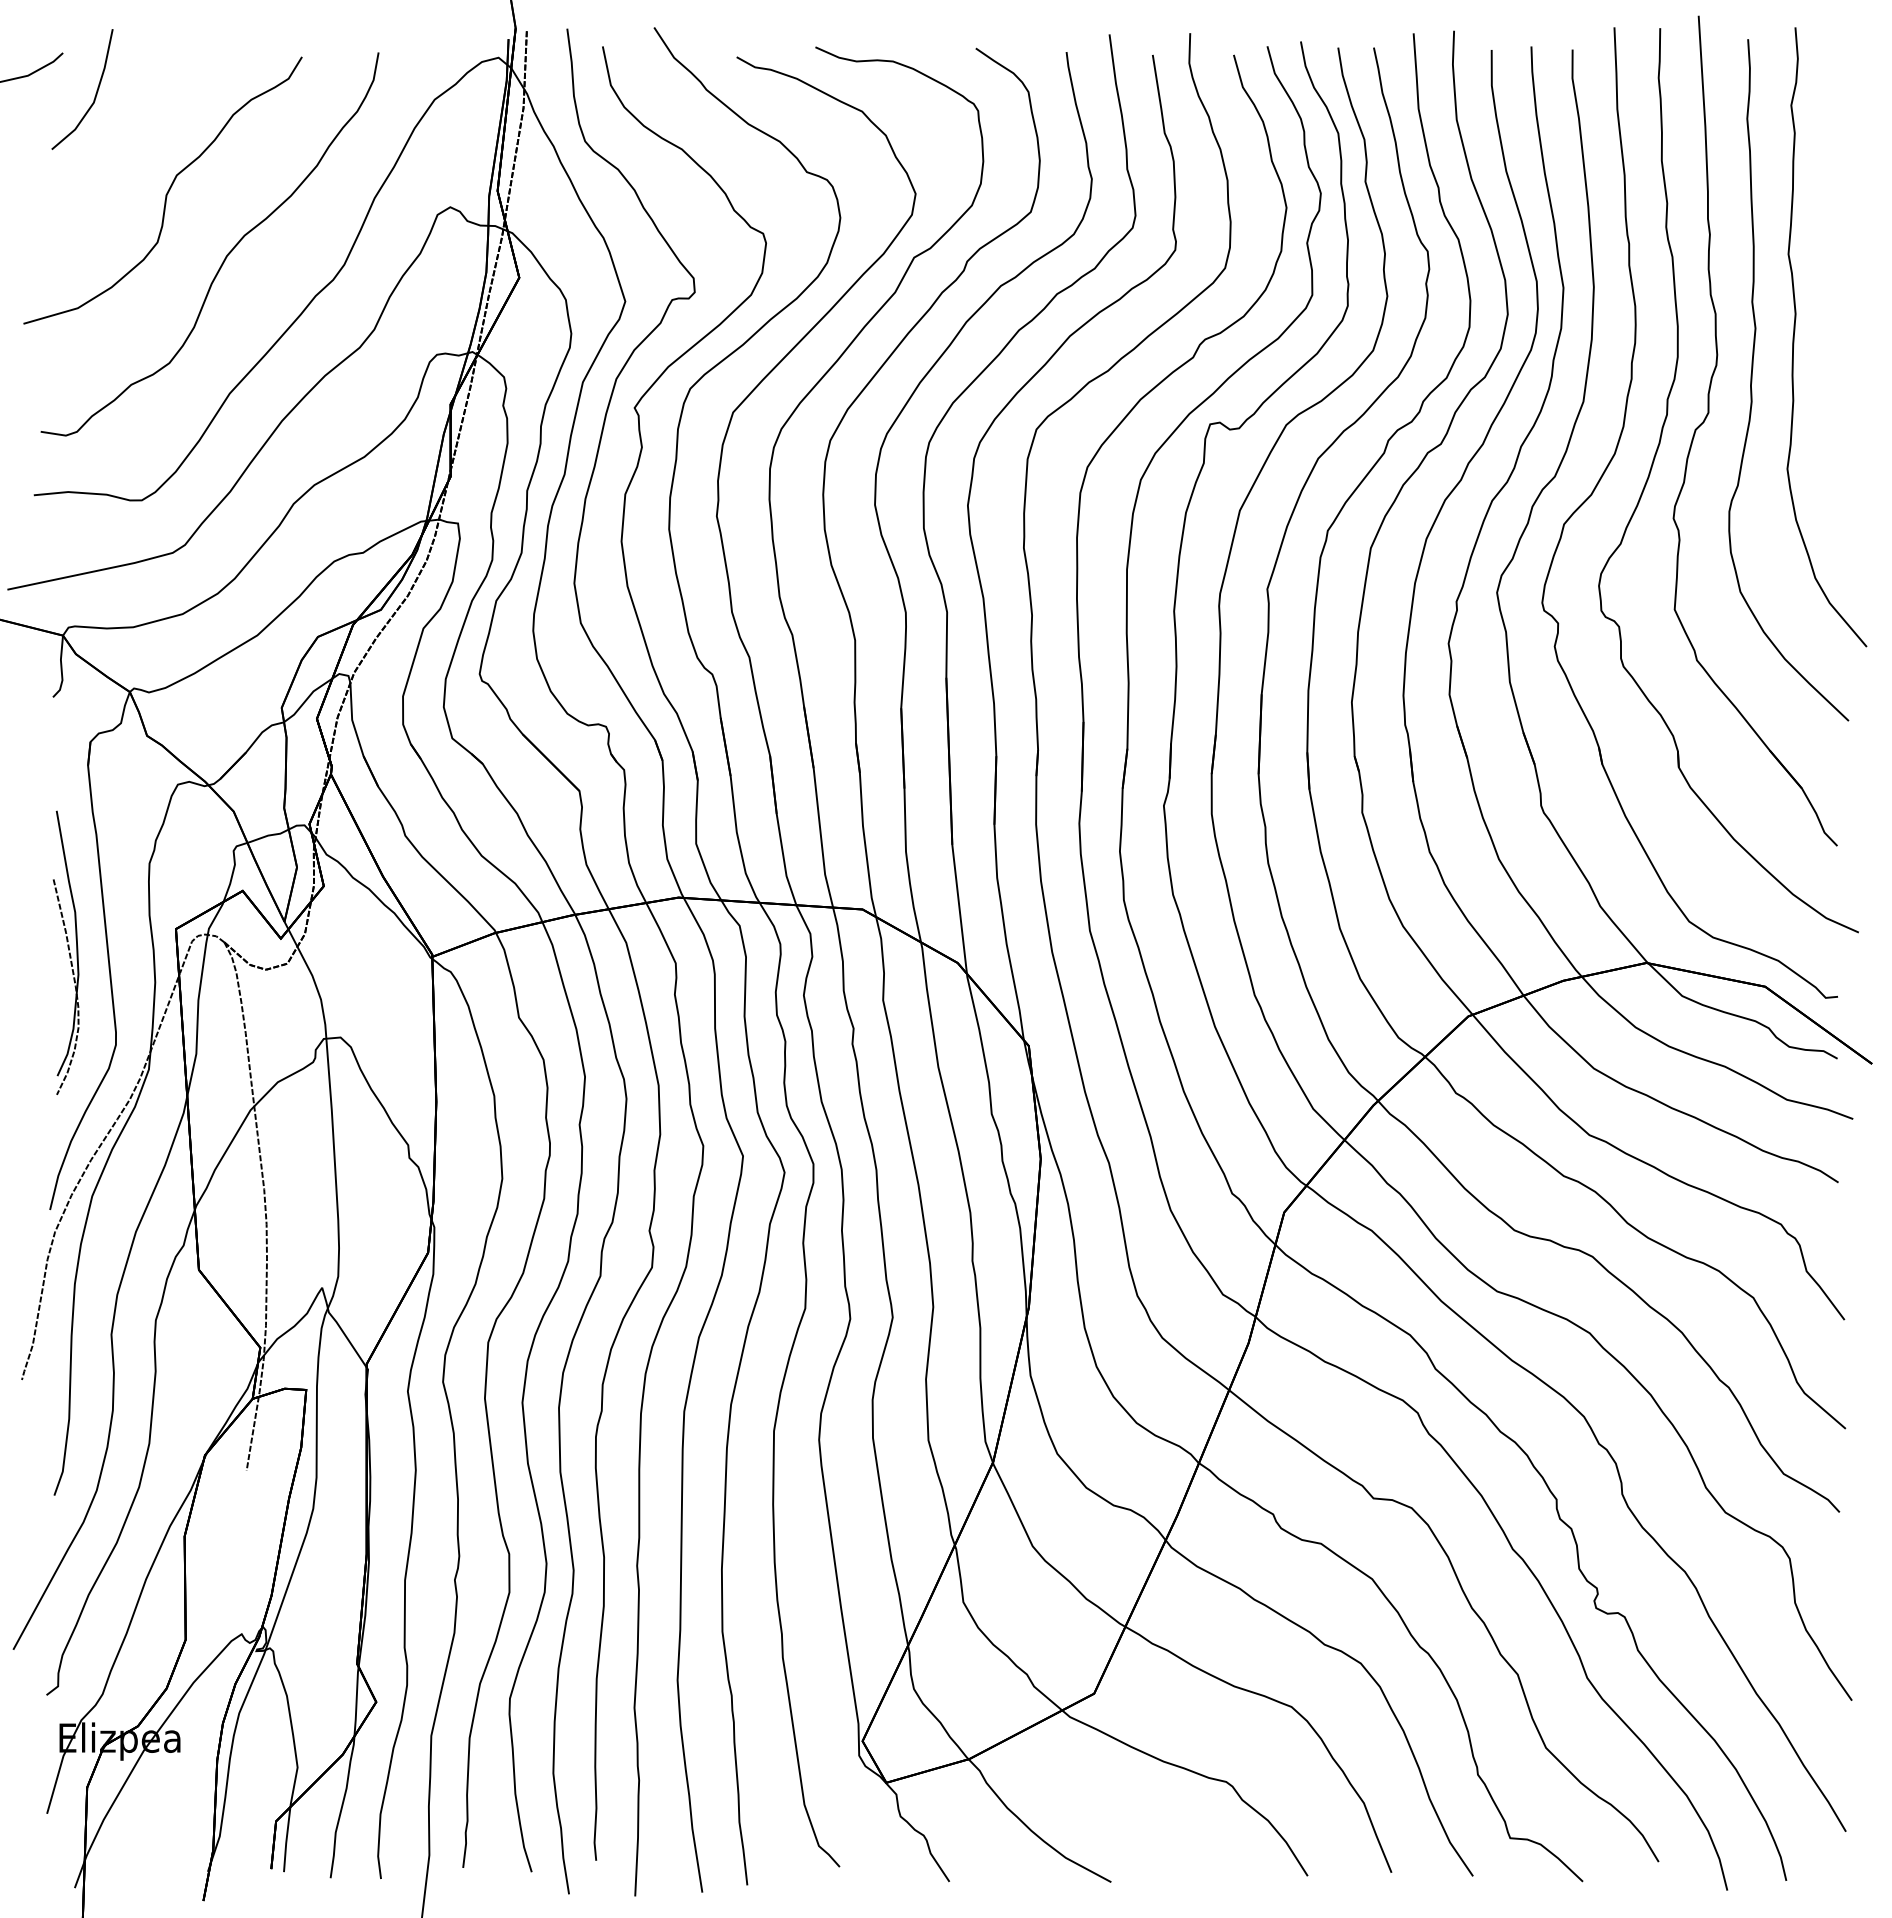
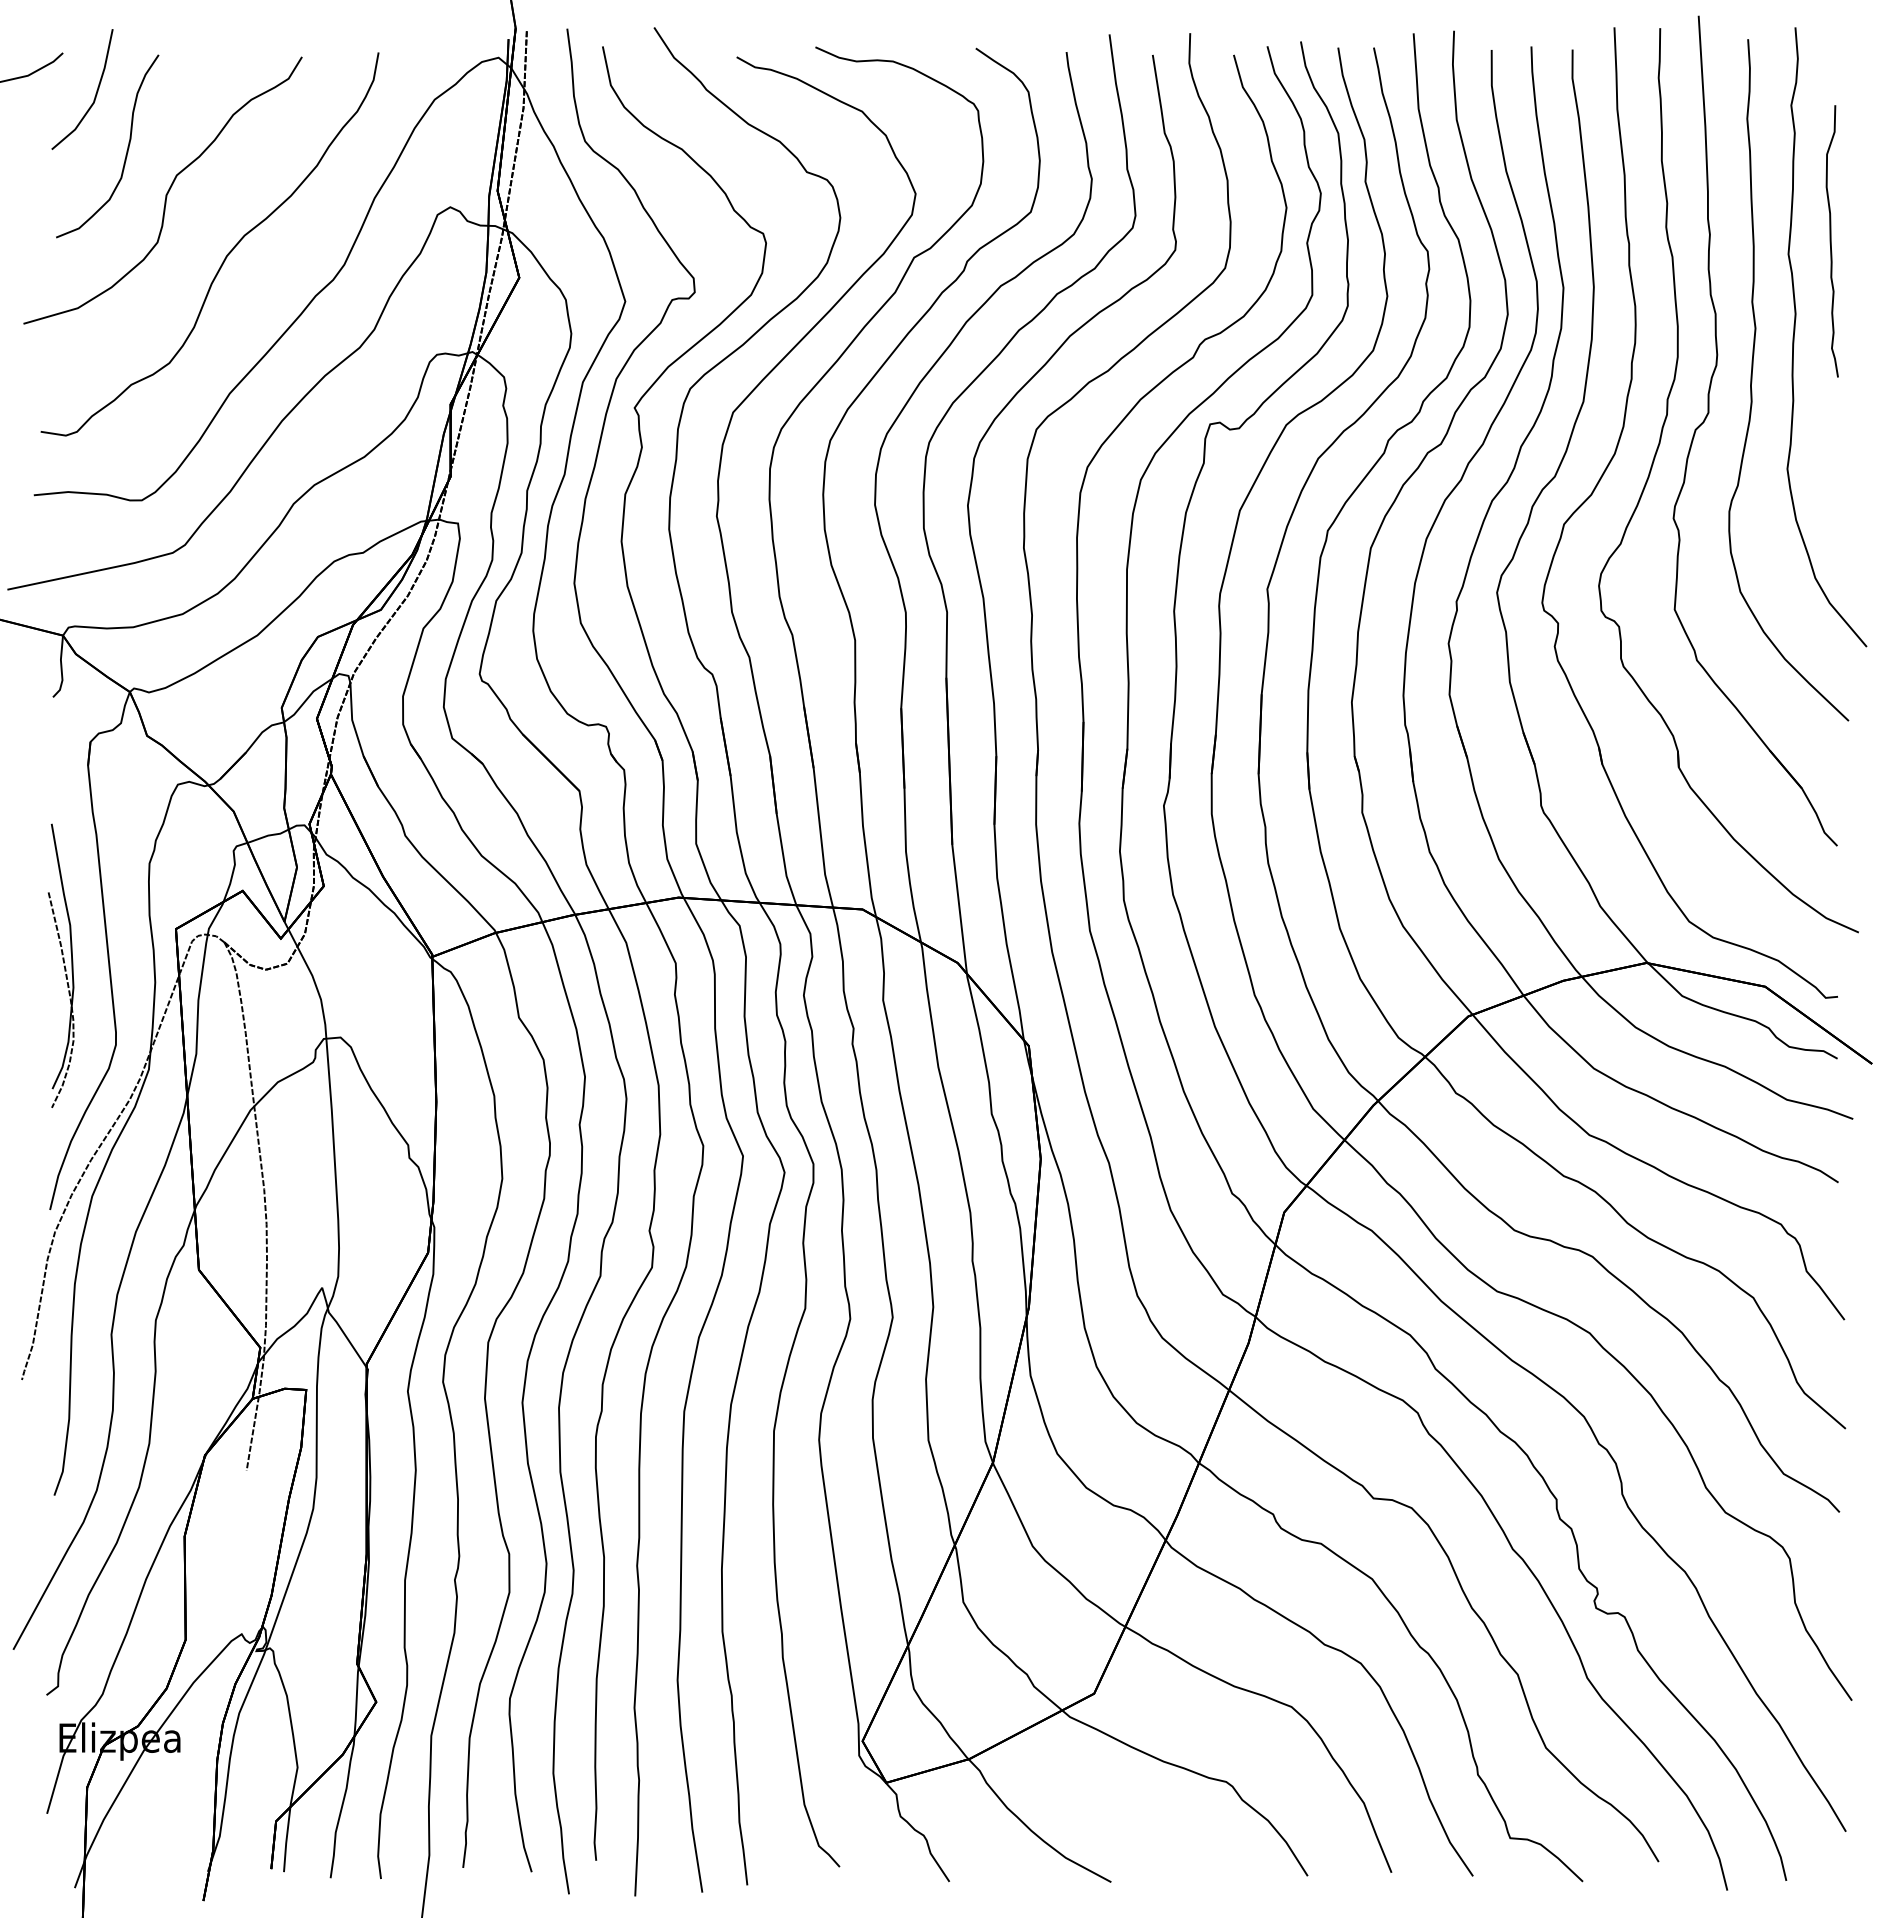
curve at (126, 150): none -> present
curve at (1831, 241): none -> present
part at (66, 952) position: (66, 952) -> (61, 965)
